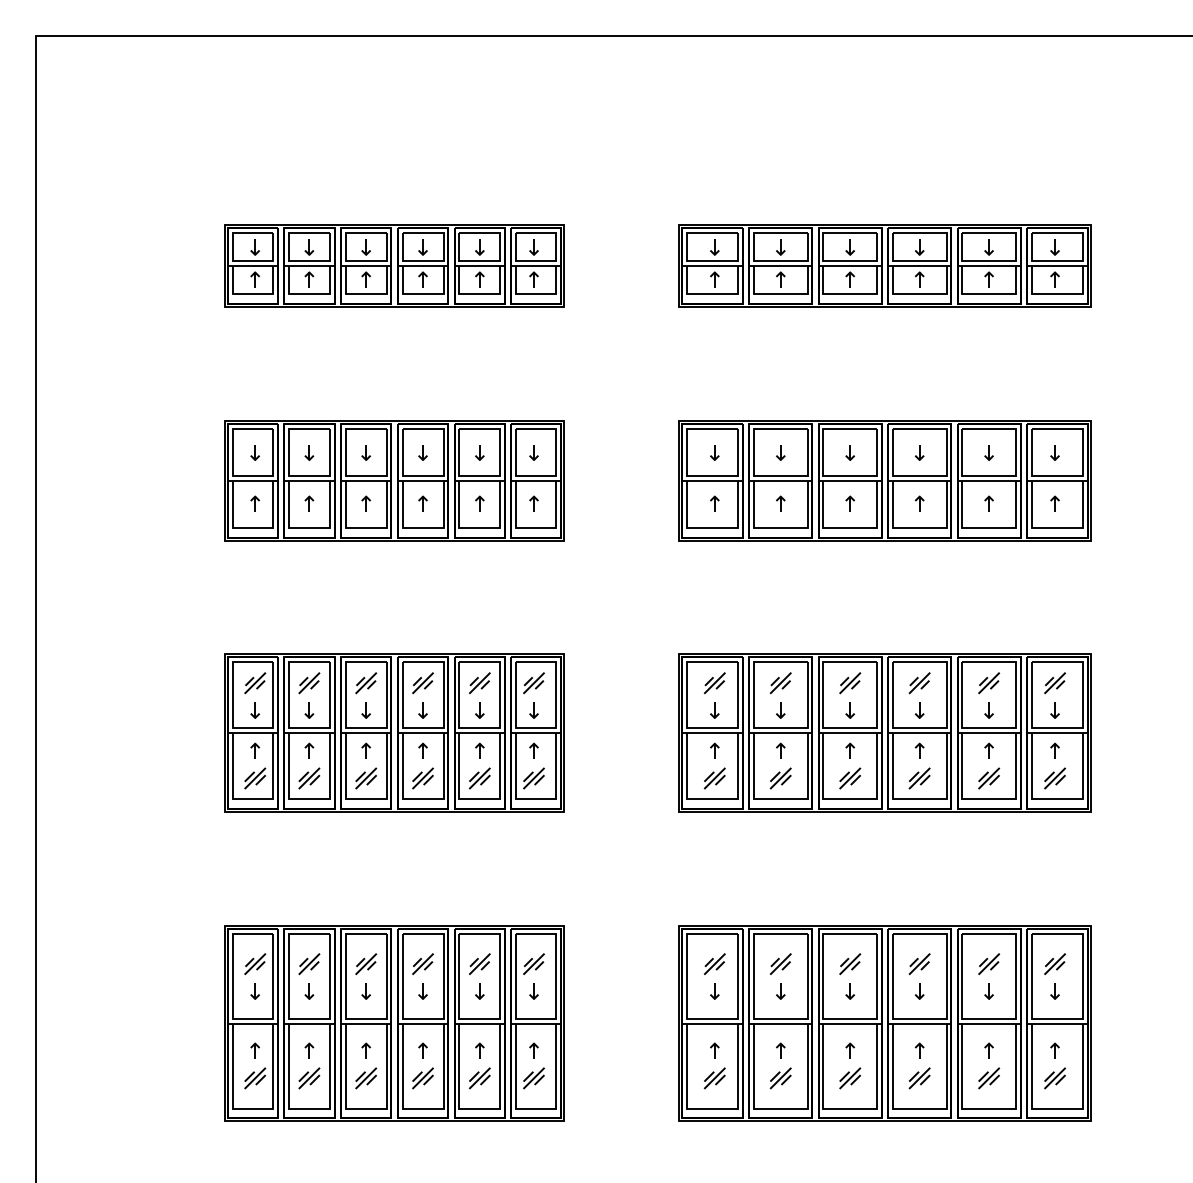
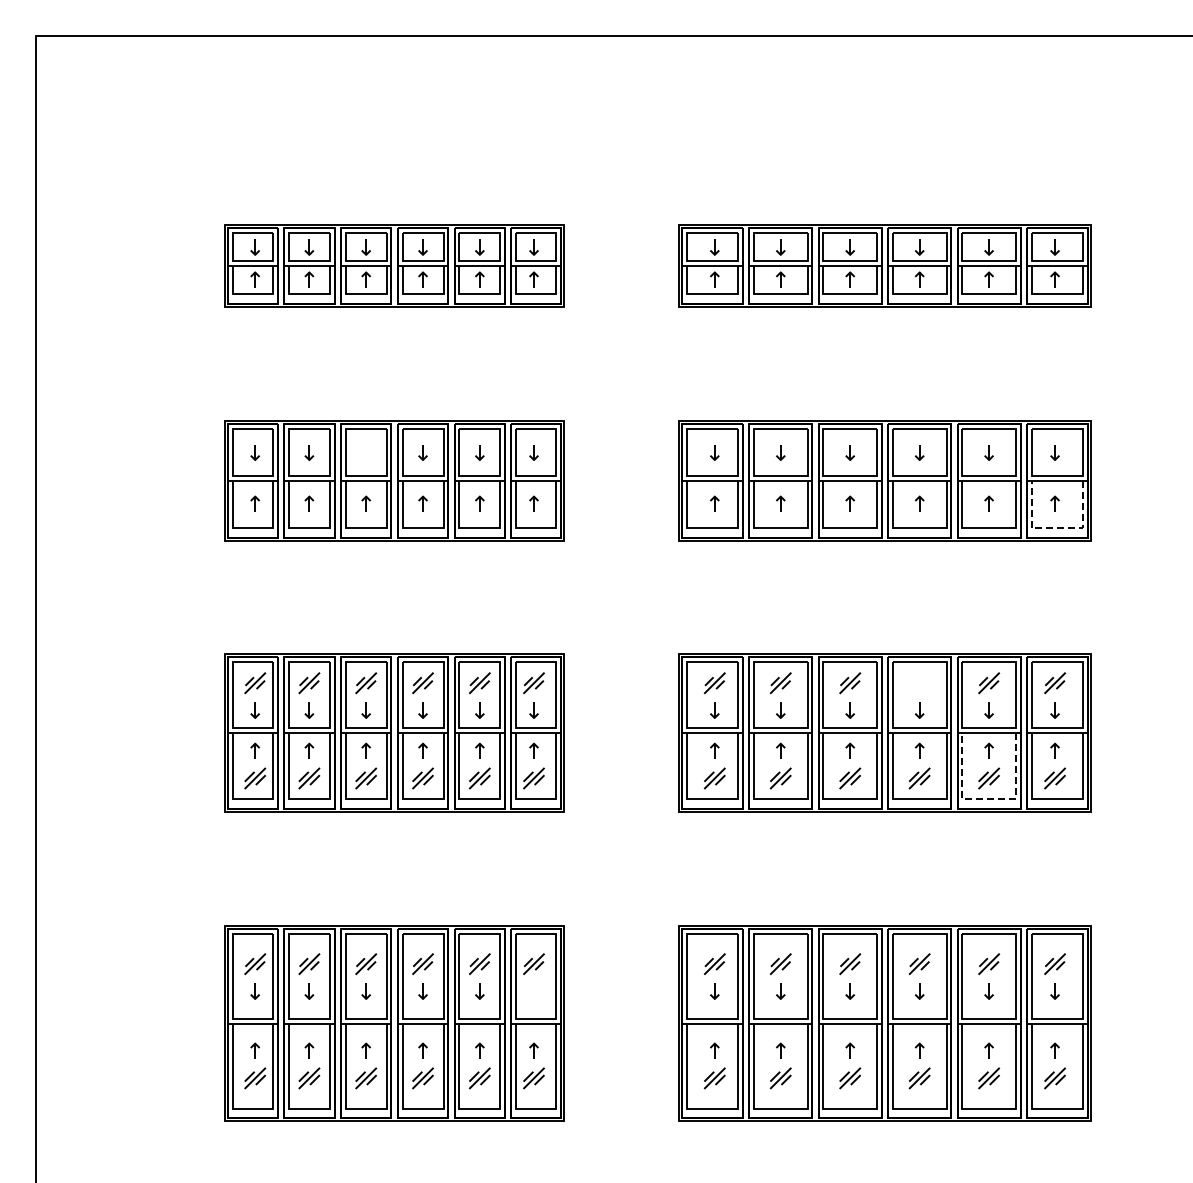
part at (365, 452): present -> none
line at (1057, 528): solid -> dashed
part at (919, 683): present -> none
line at (989, 799): solid -> dashed
part at (533, 991): present -> none
